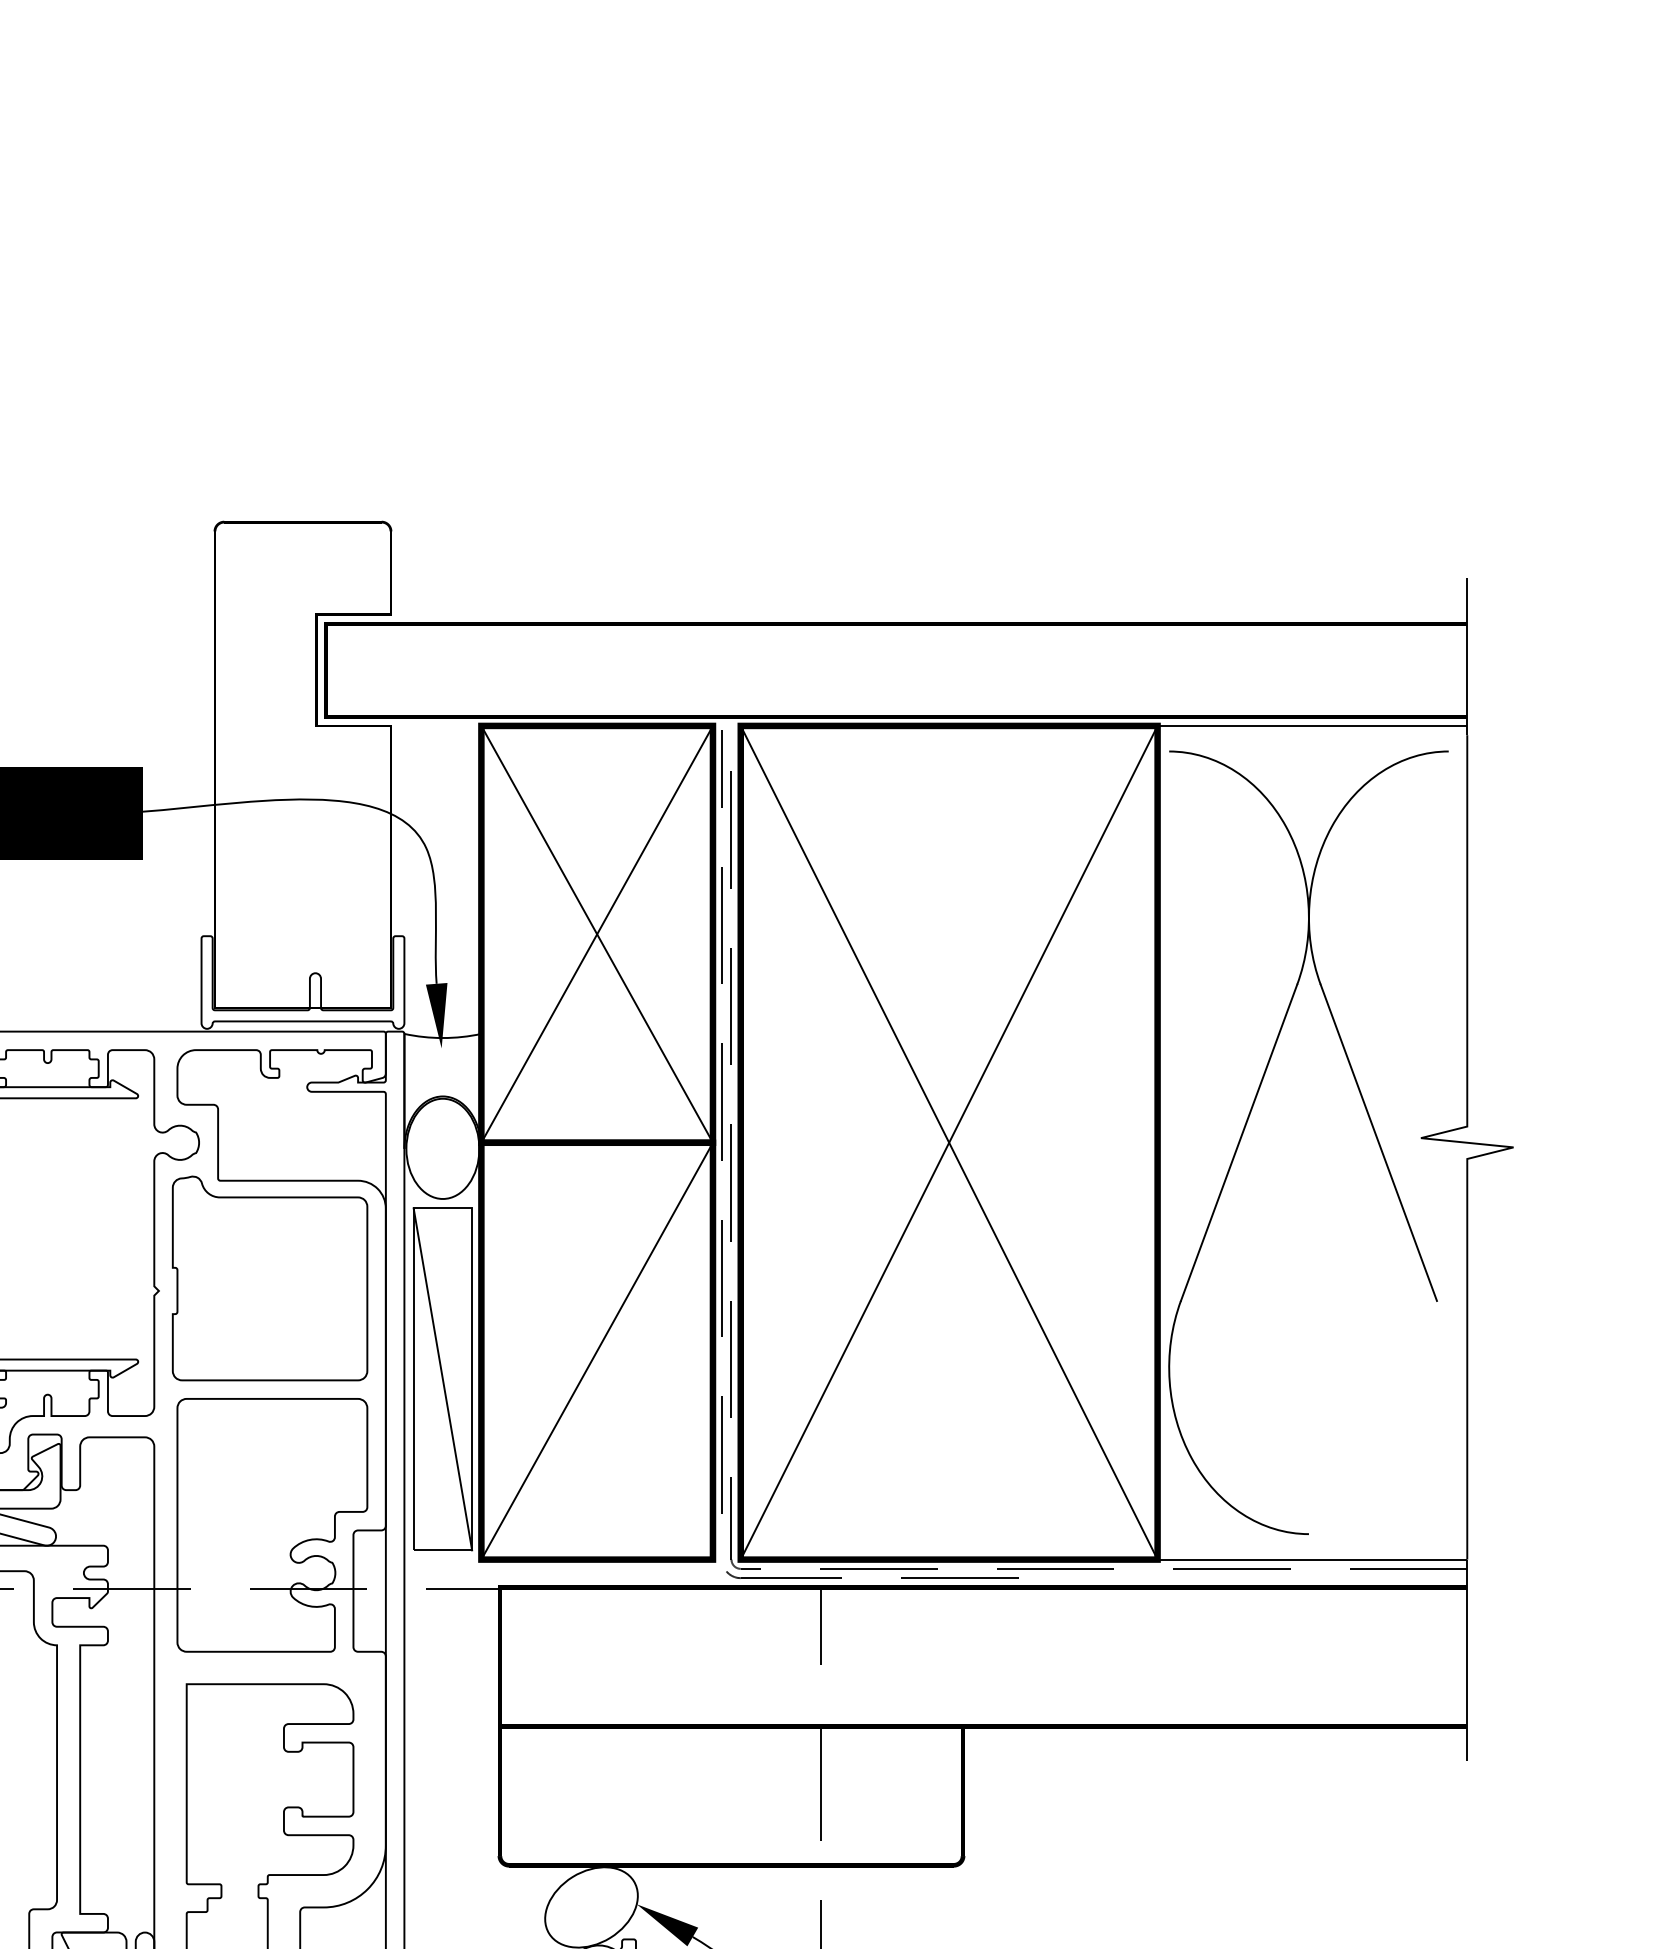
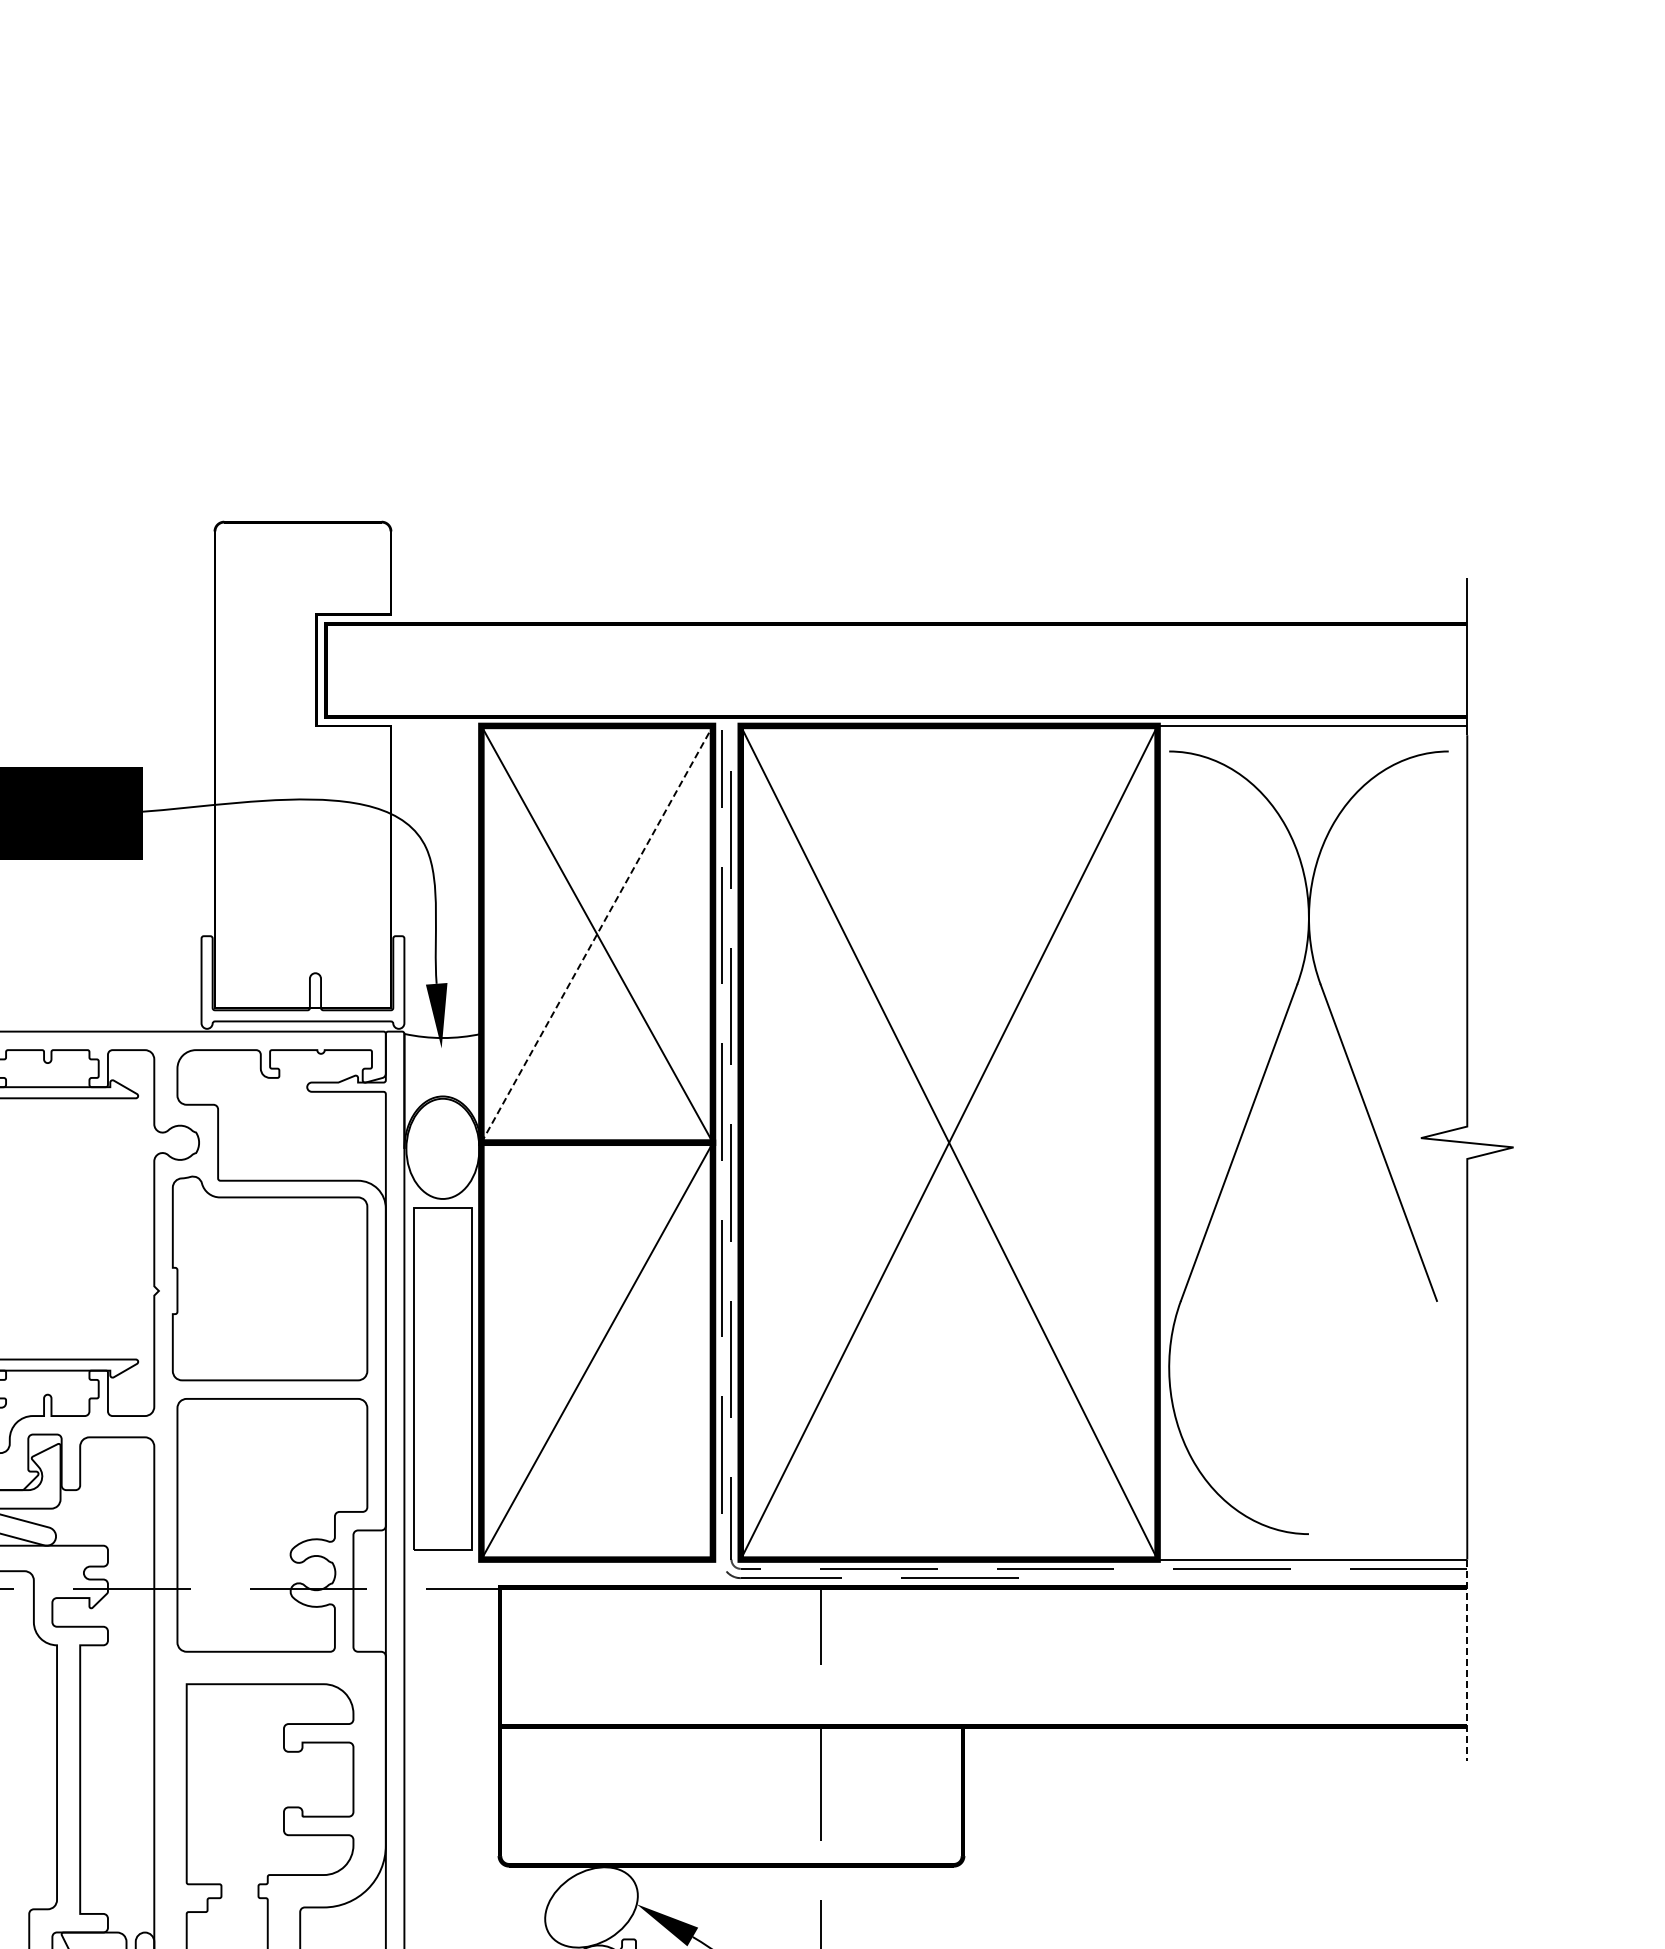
line at (597, 933): solid -> dashed
line at (442, 1379): present -> none
line at (1467, 1660): solid -> dashed
